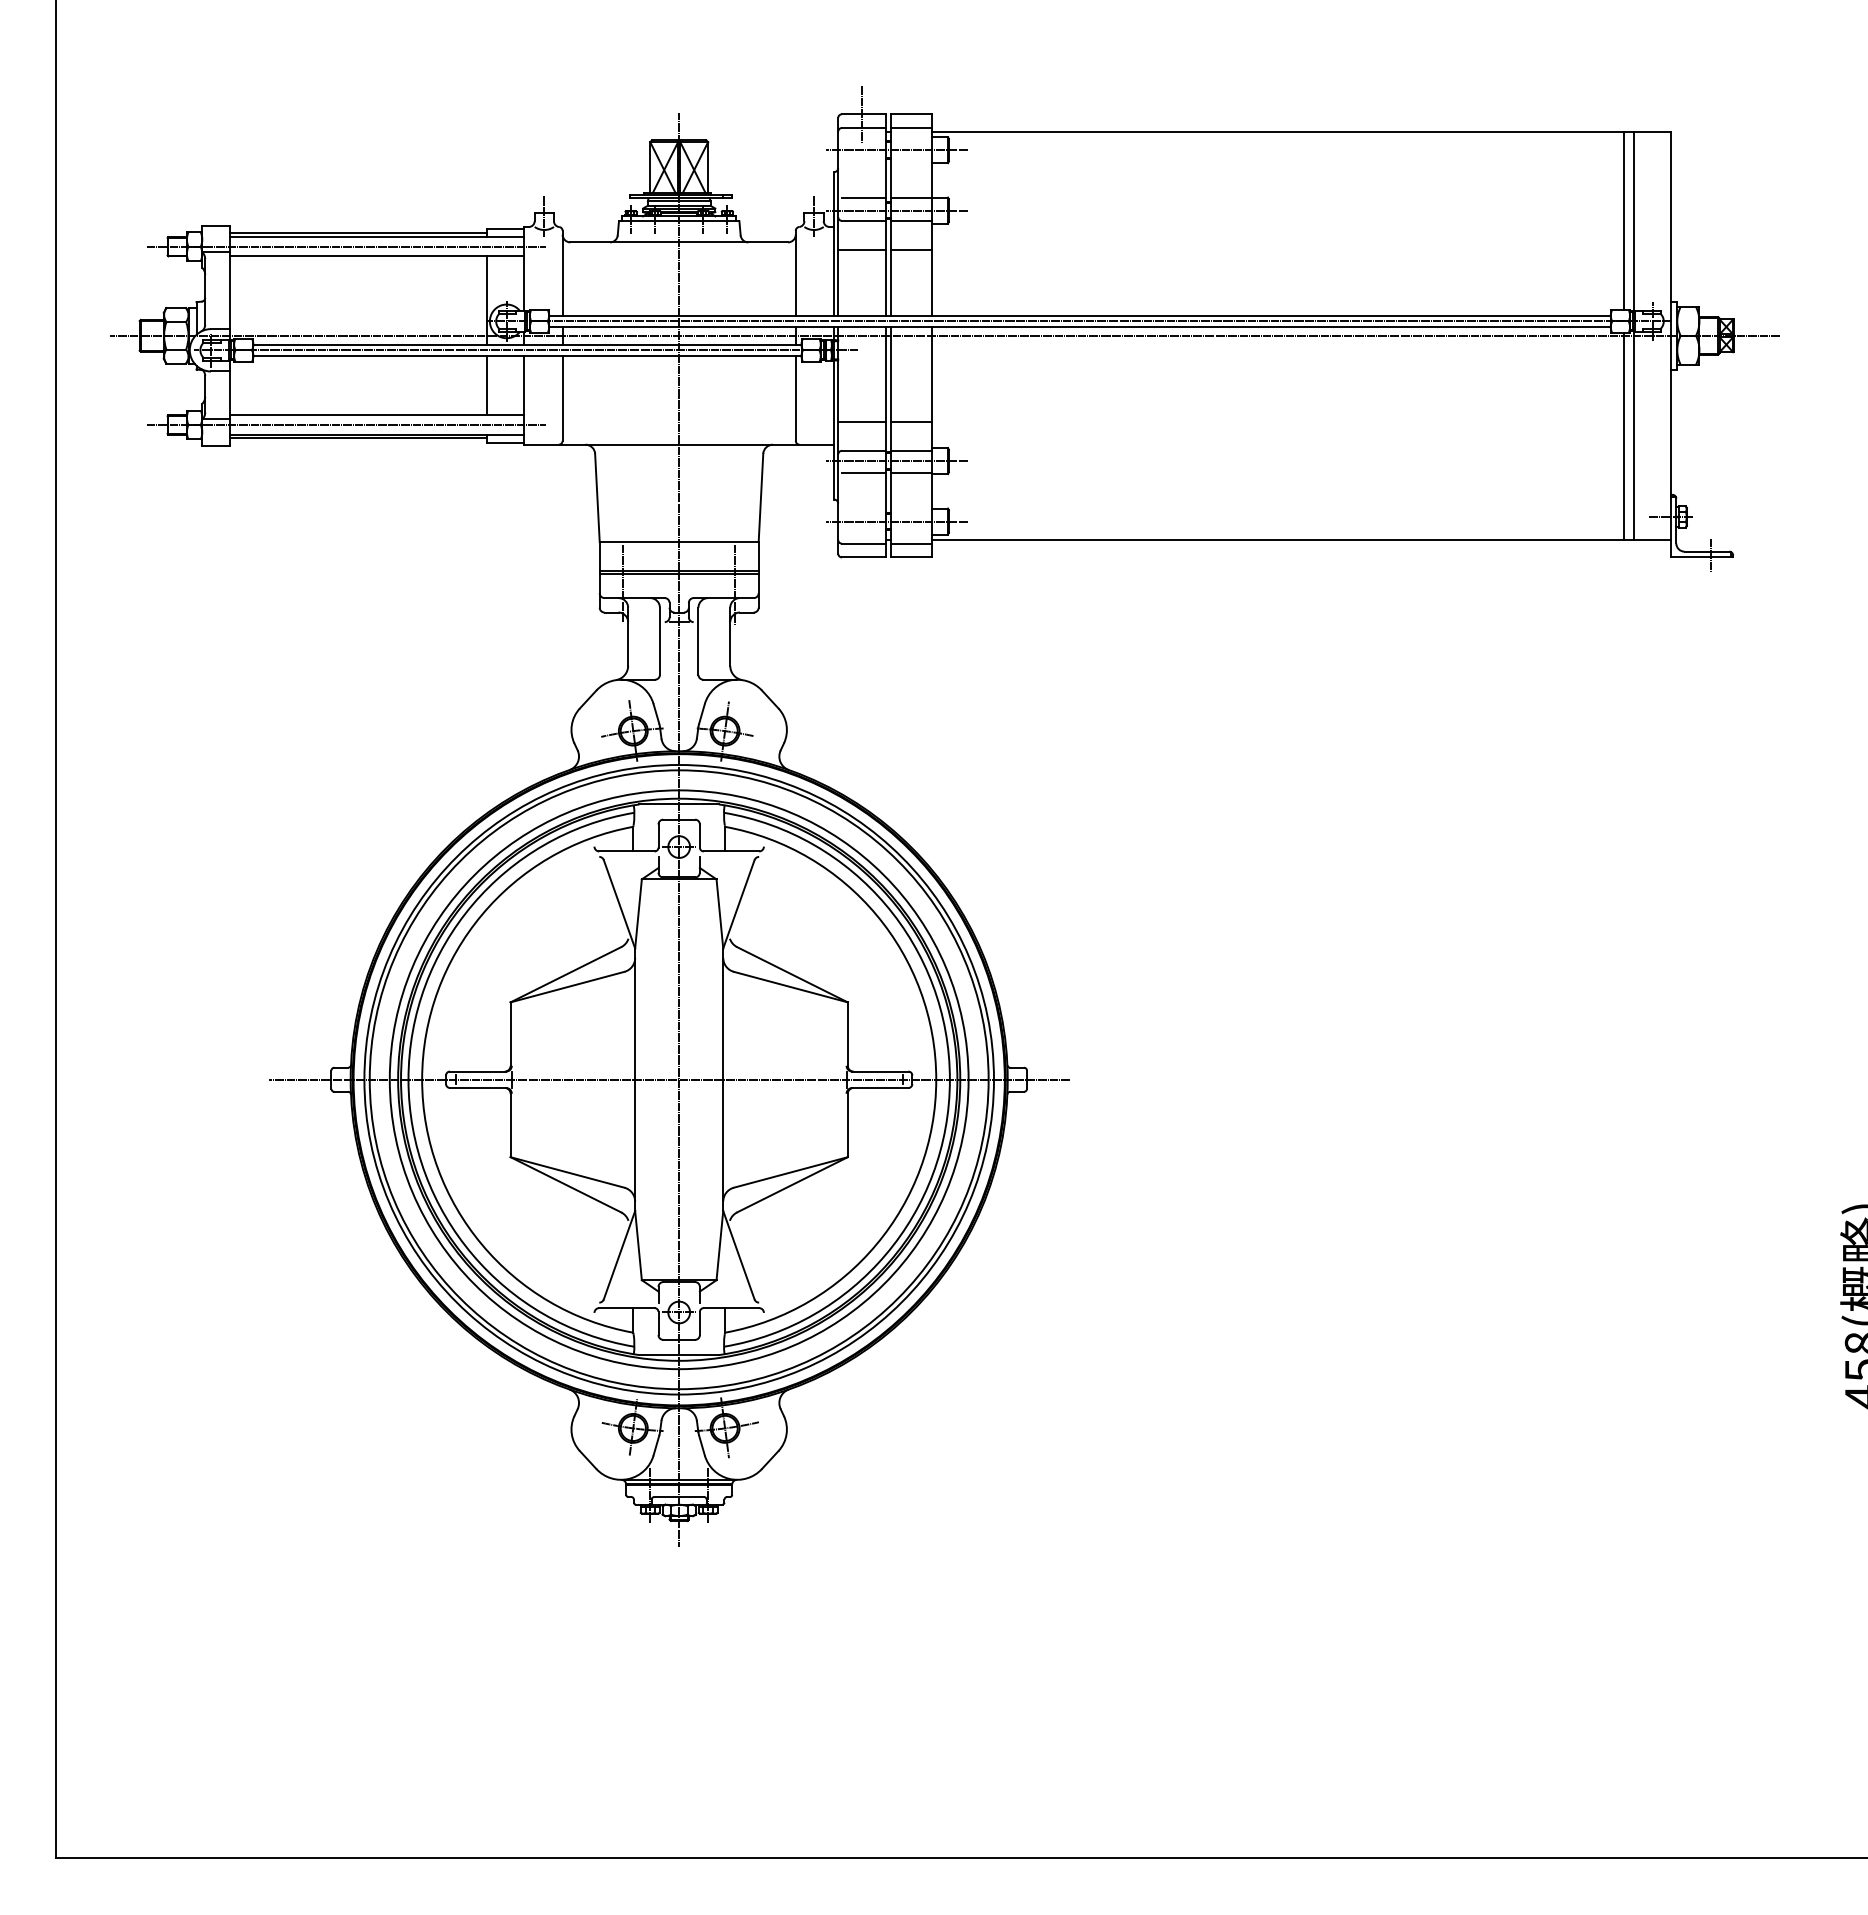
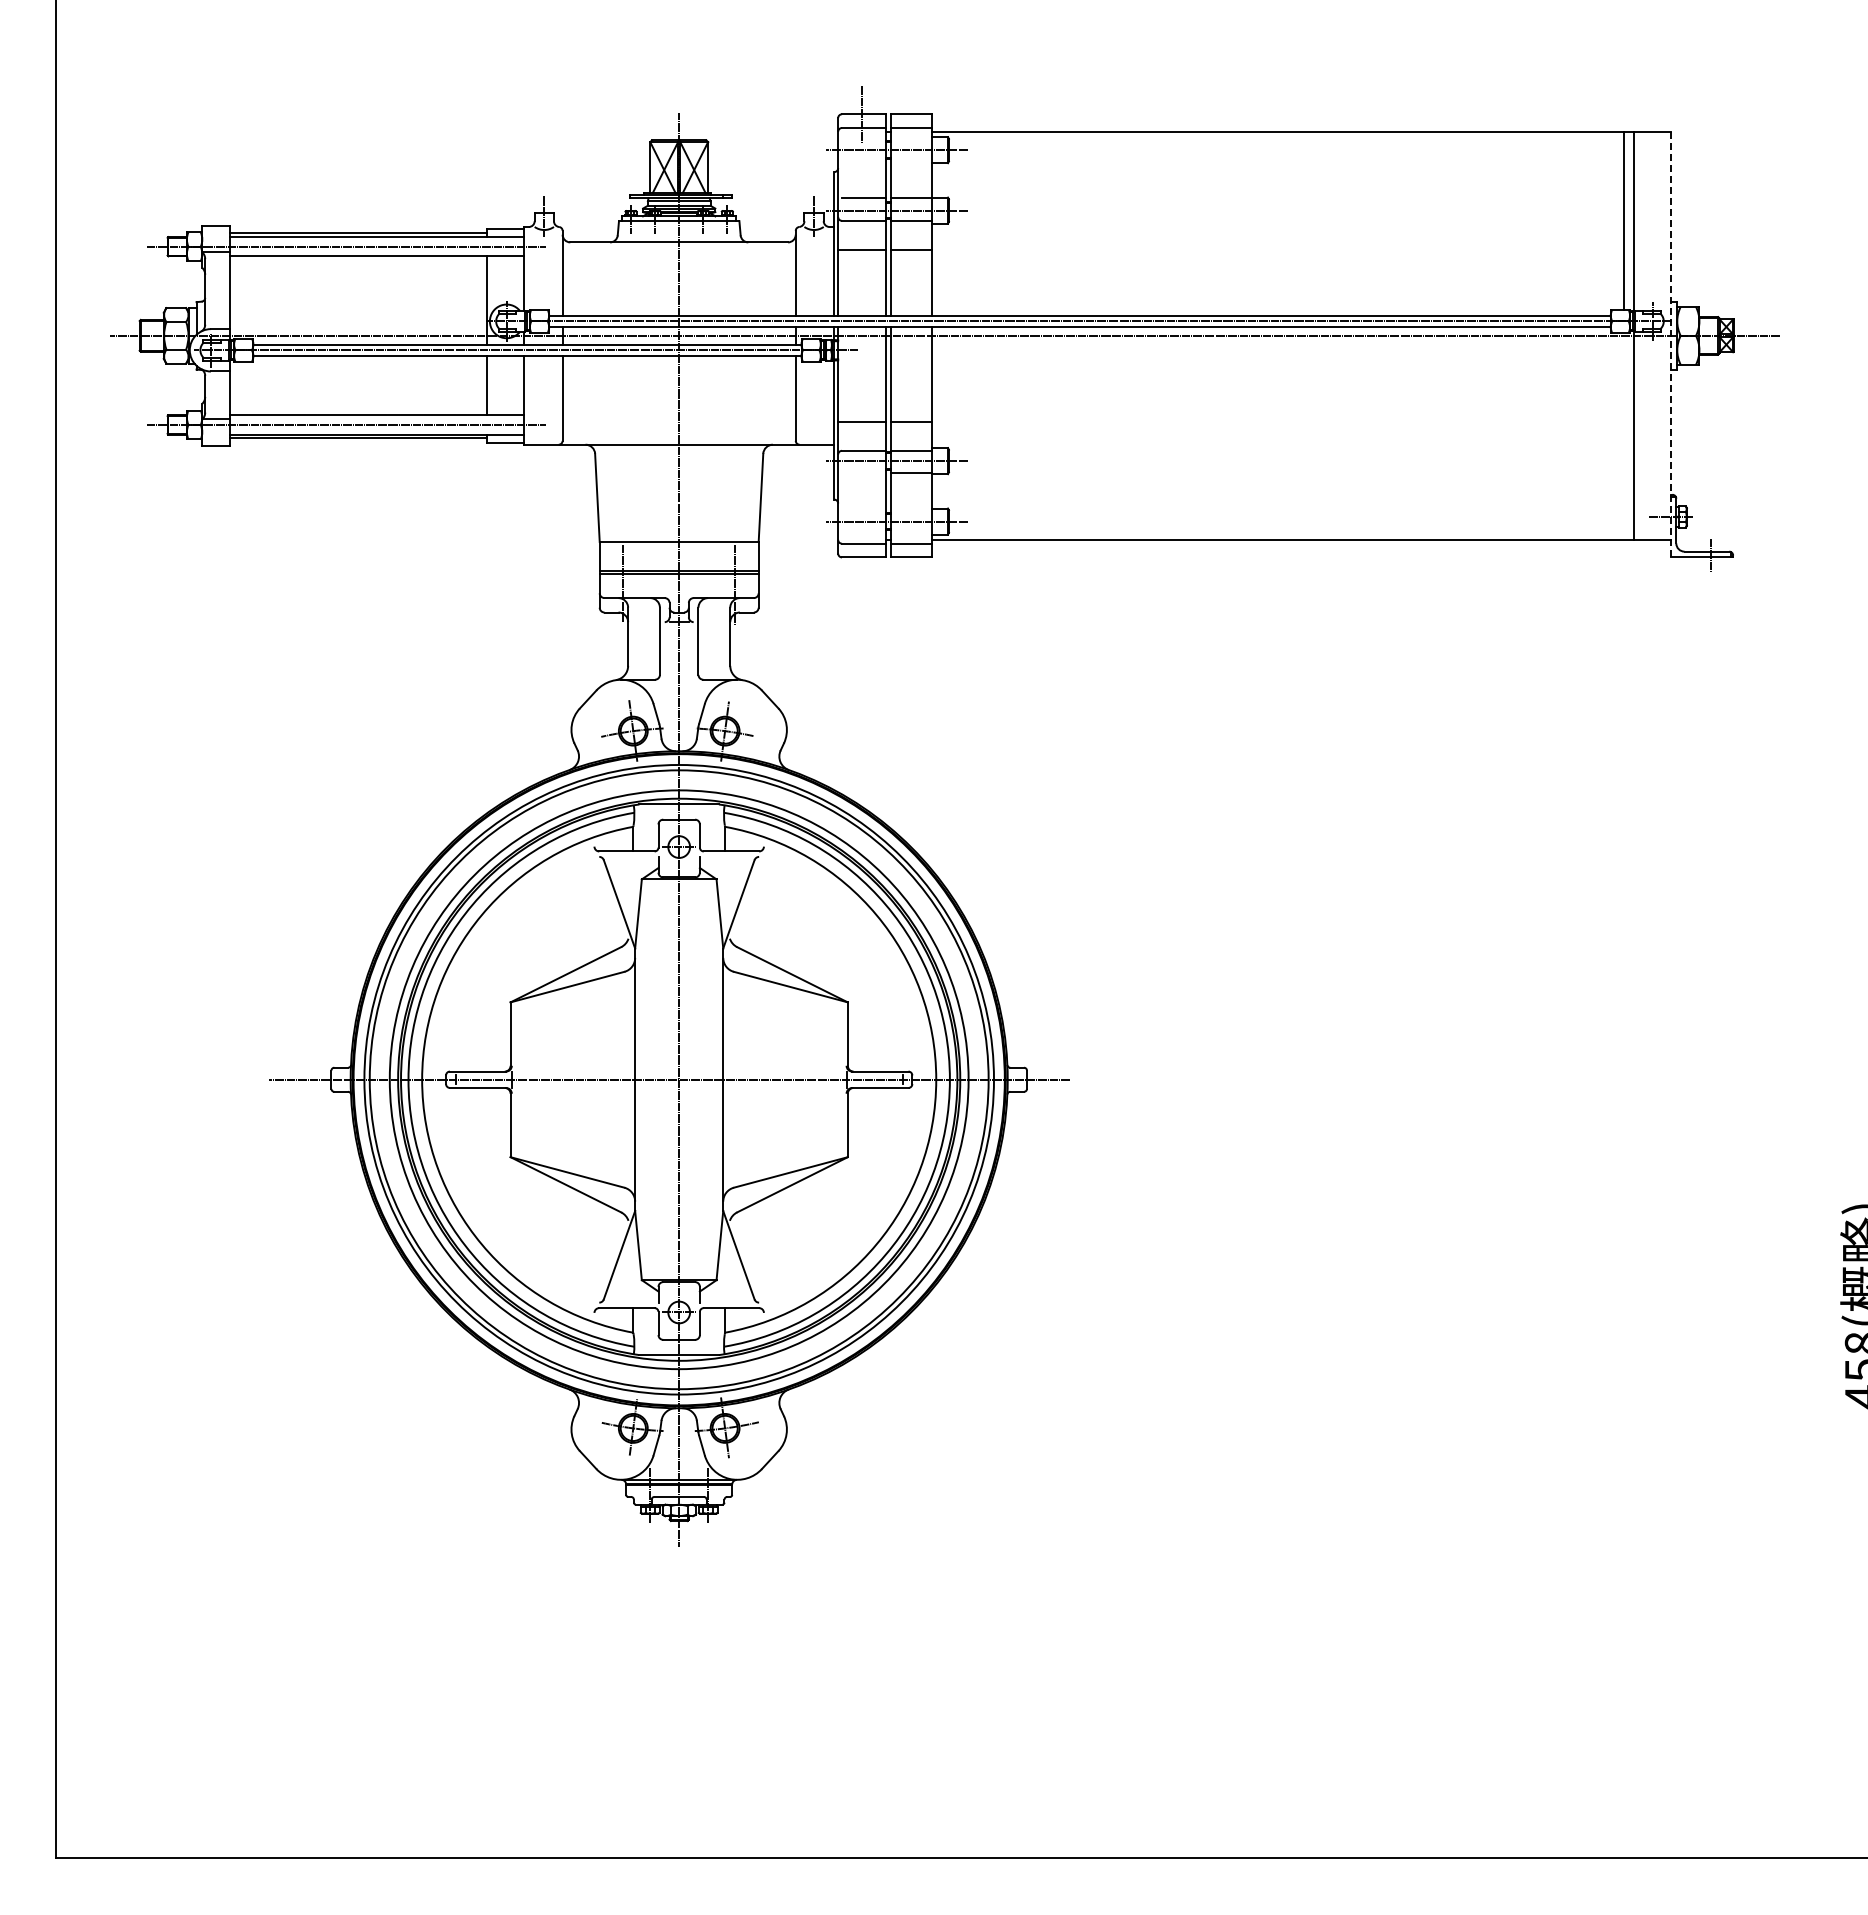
line at (1670, 344): solid -> dashed
line at (1624, 436): present -> none
line at (864, 473): present -> none
